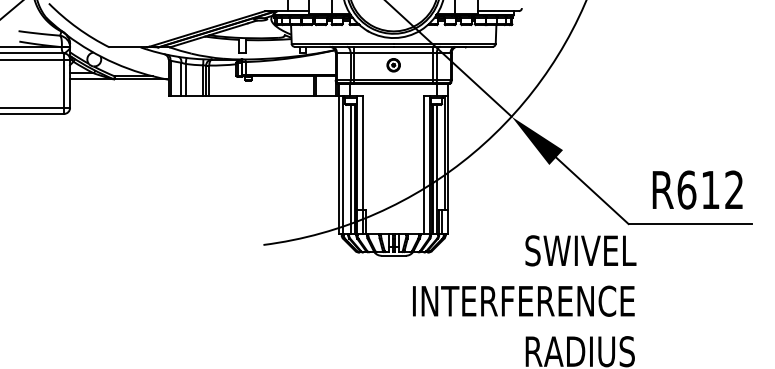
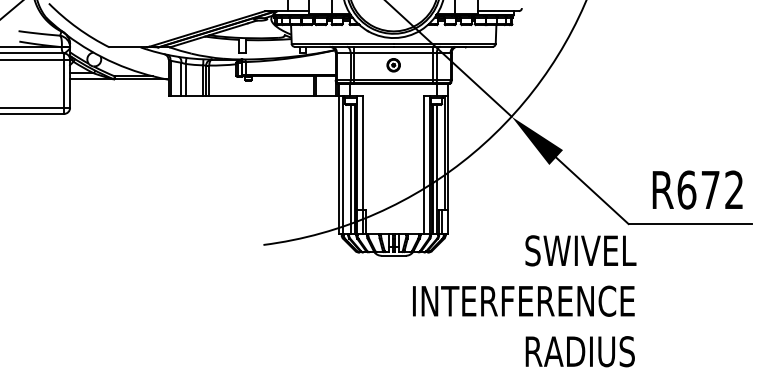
text at (710, 189): R612 -> R672
